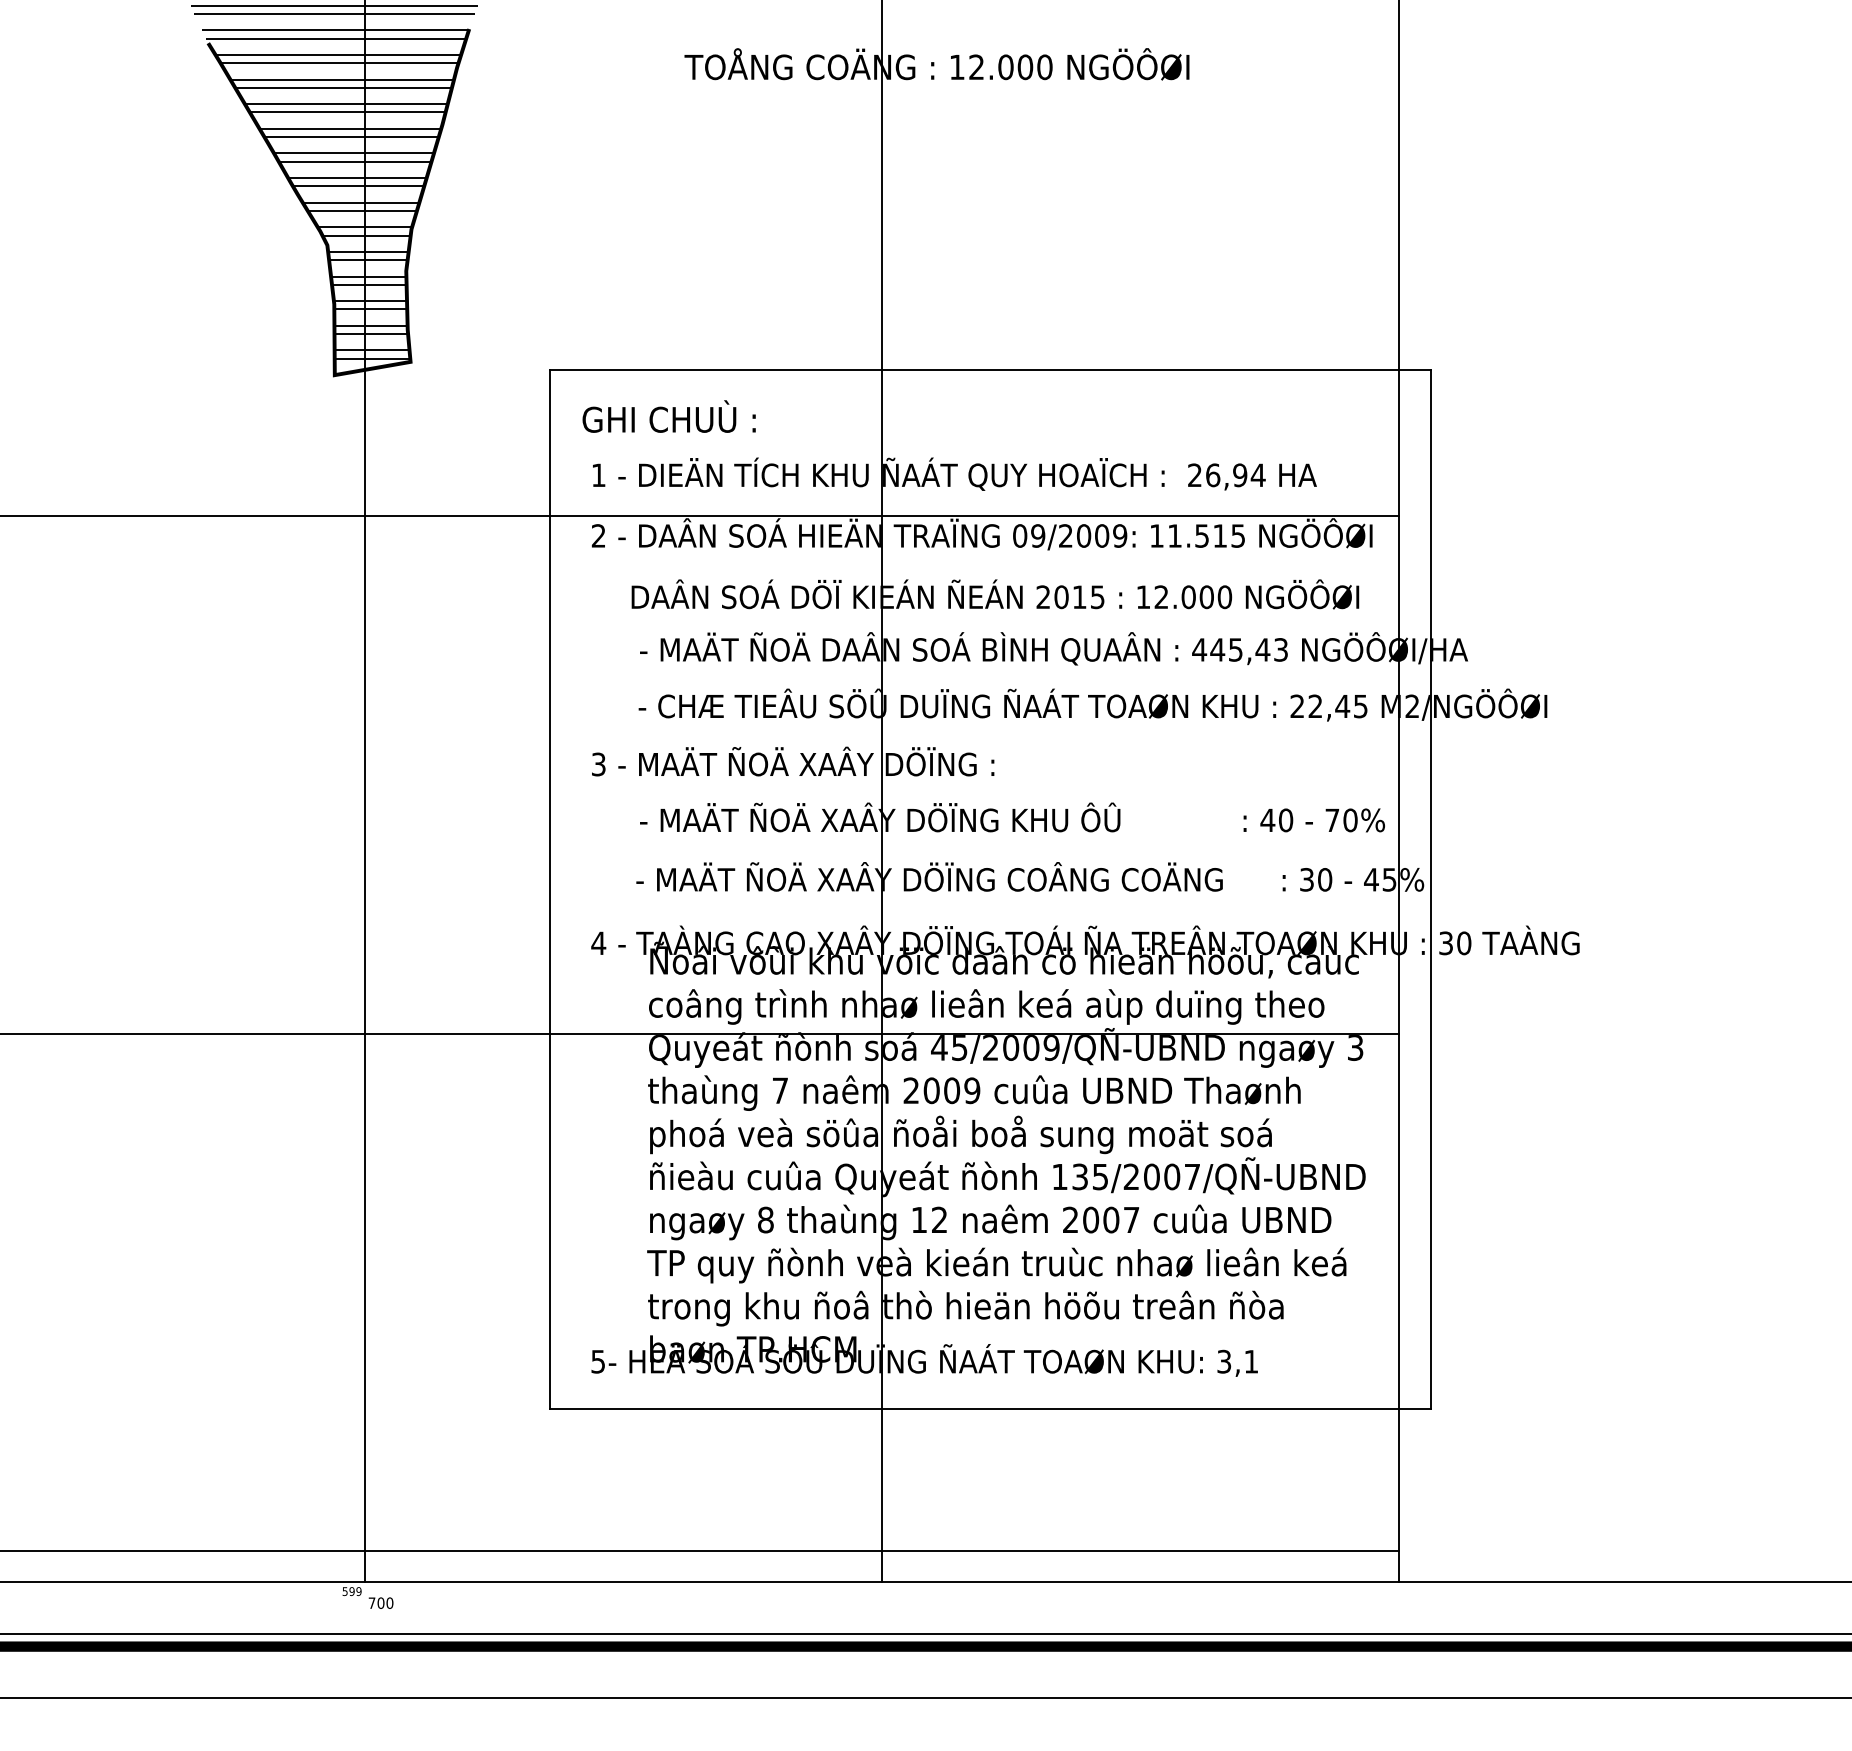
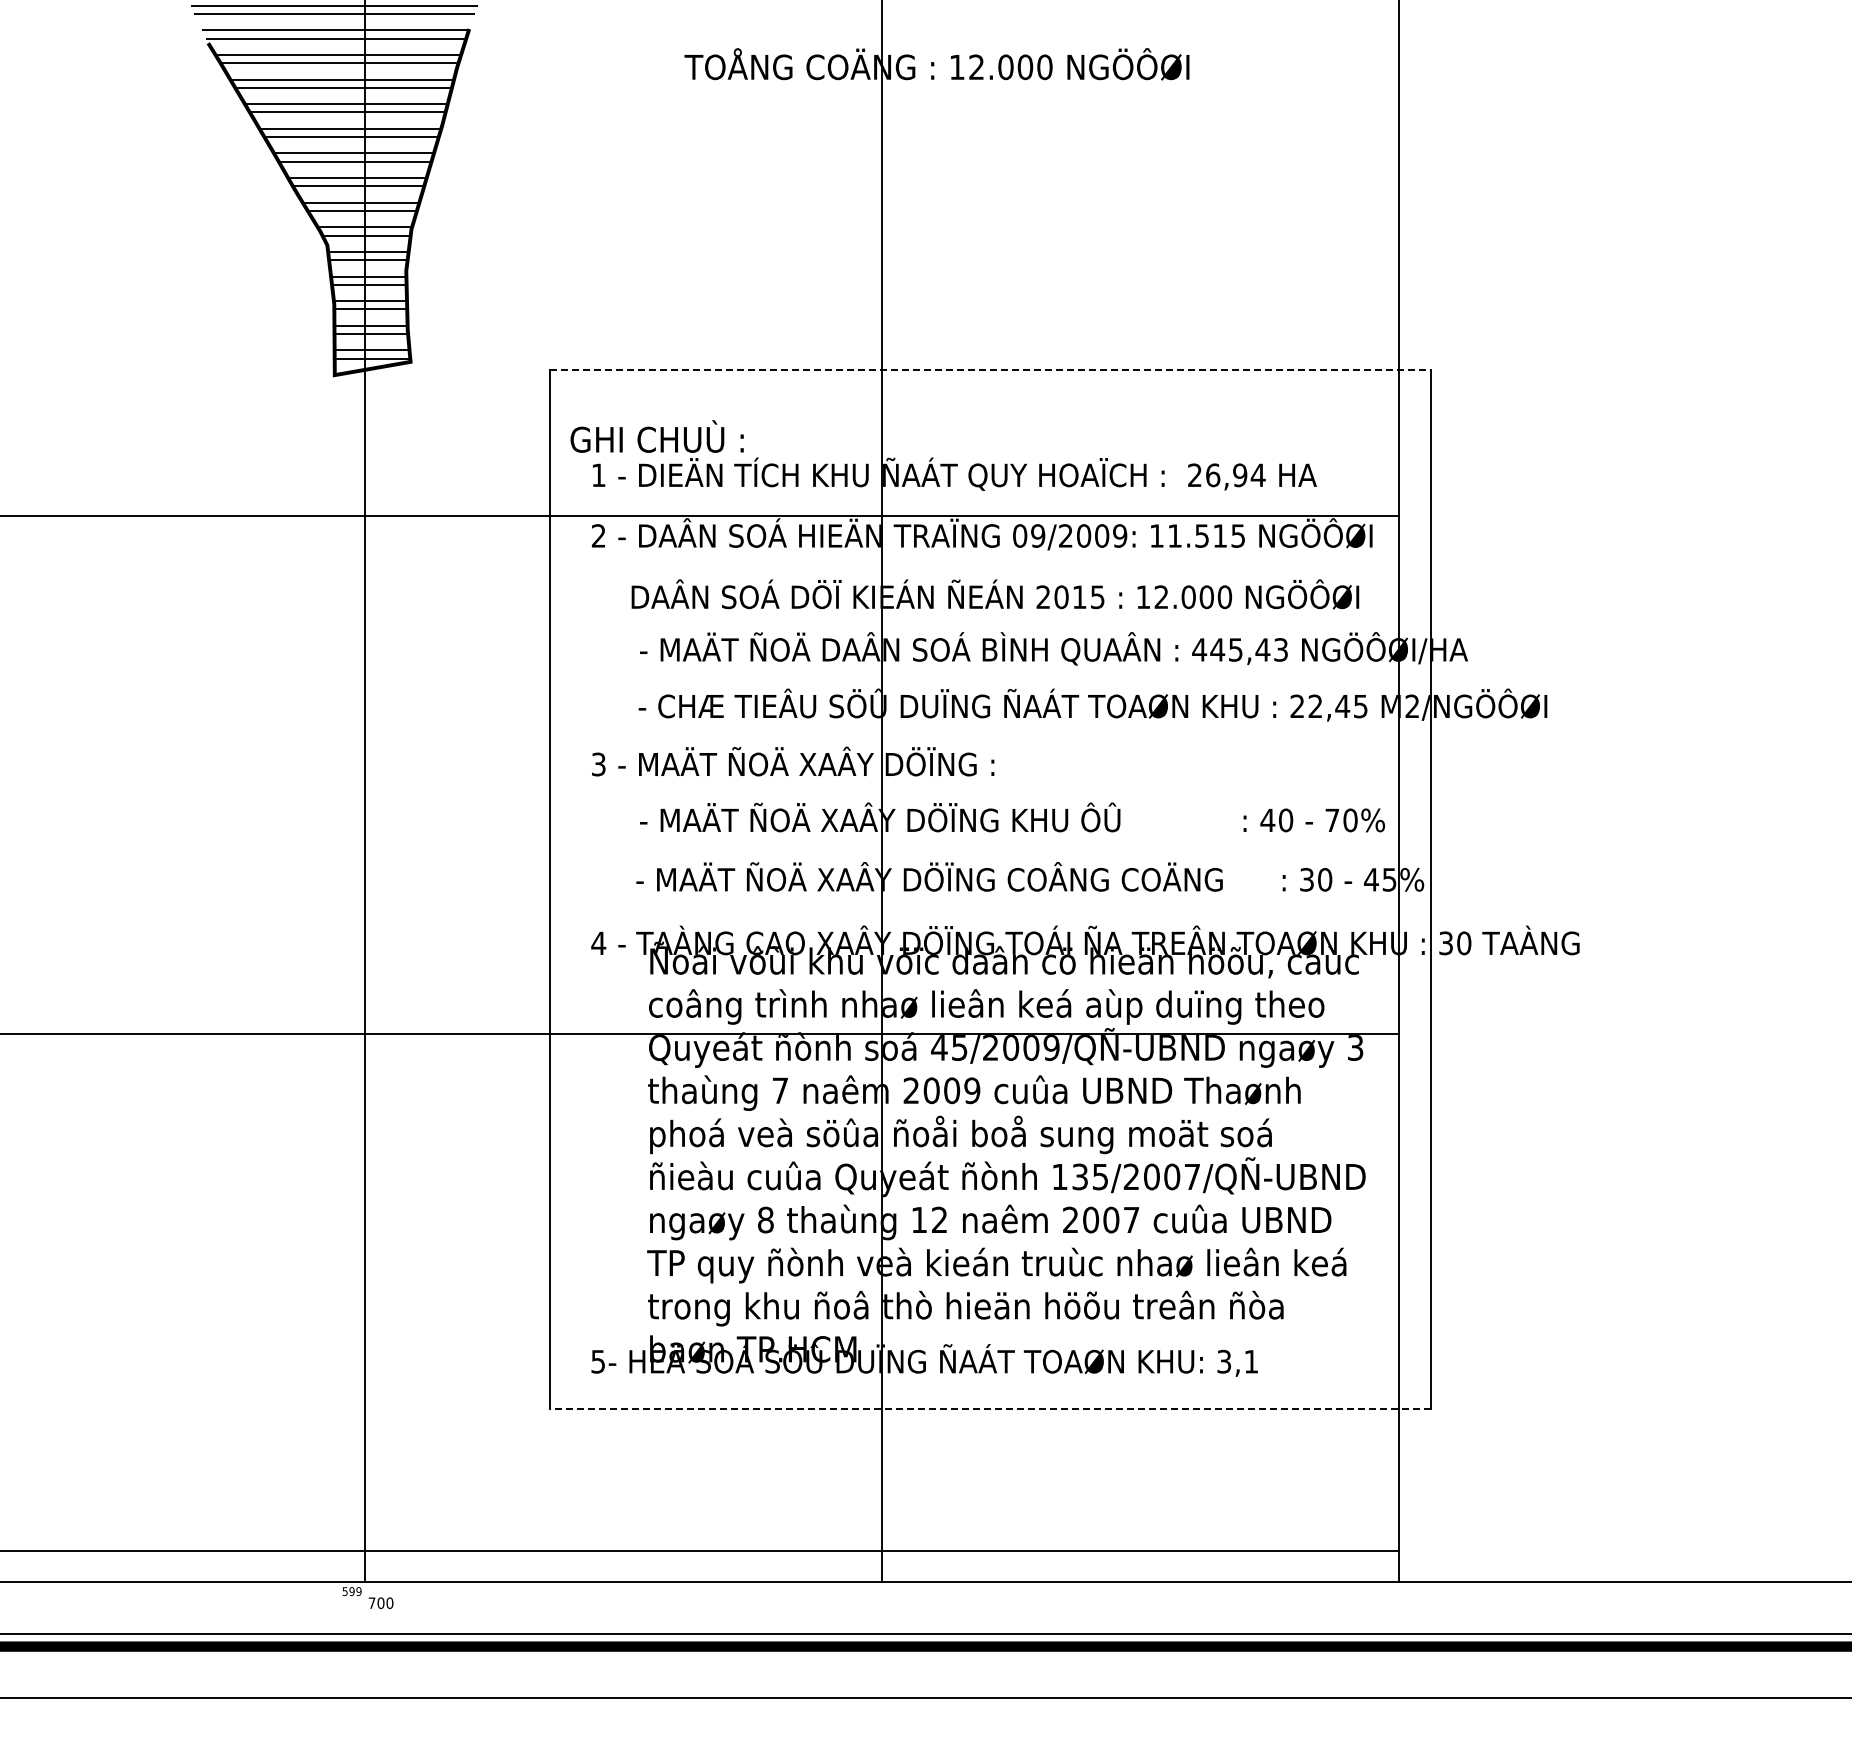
line at (990, 369): solid -> dashed
text at (668, 416) position: (668, 416) -> (656, 436)
line at (990, 1409): solid -> dashed
